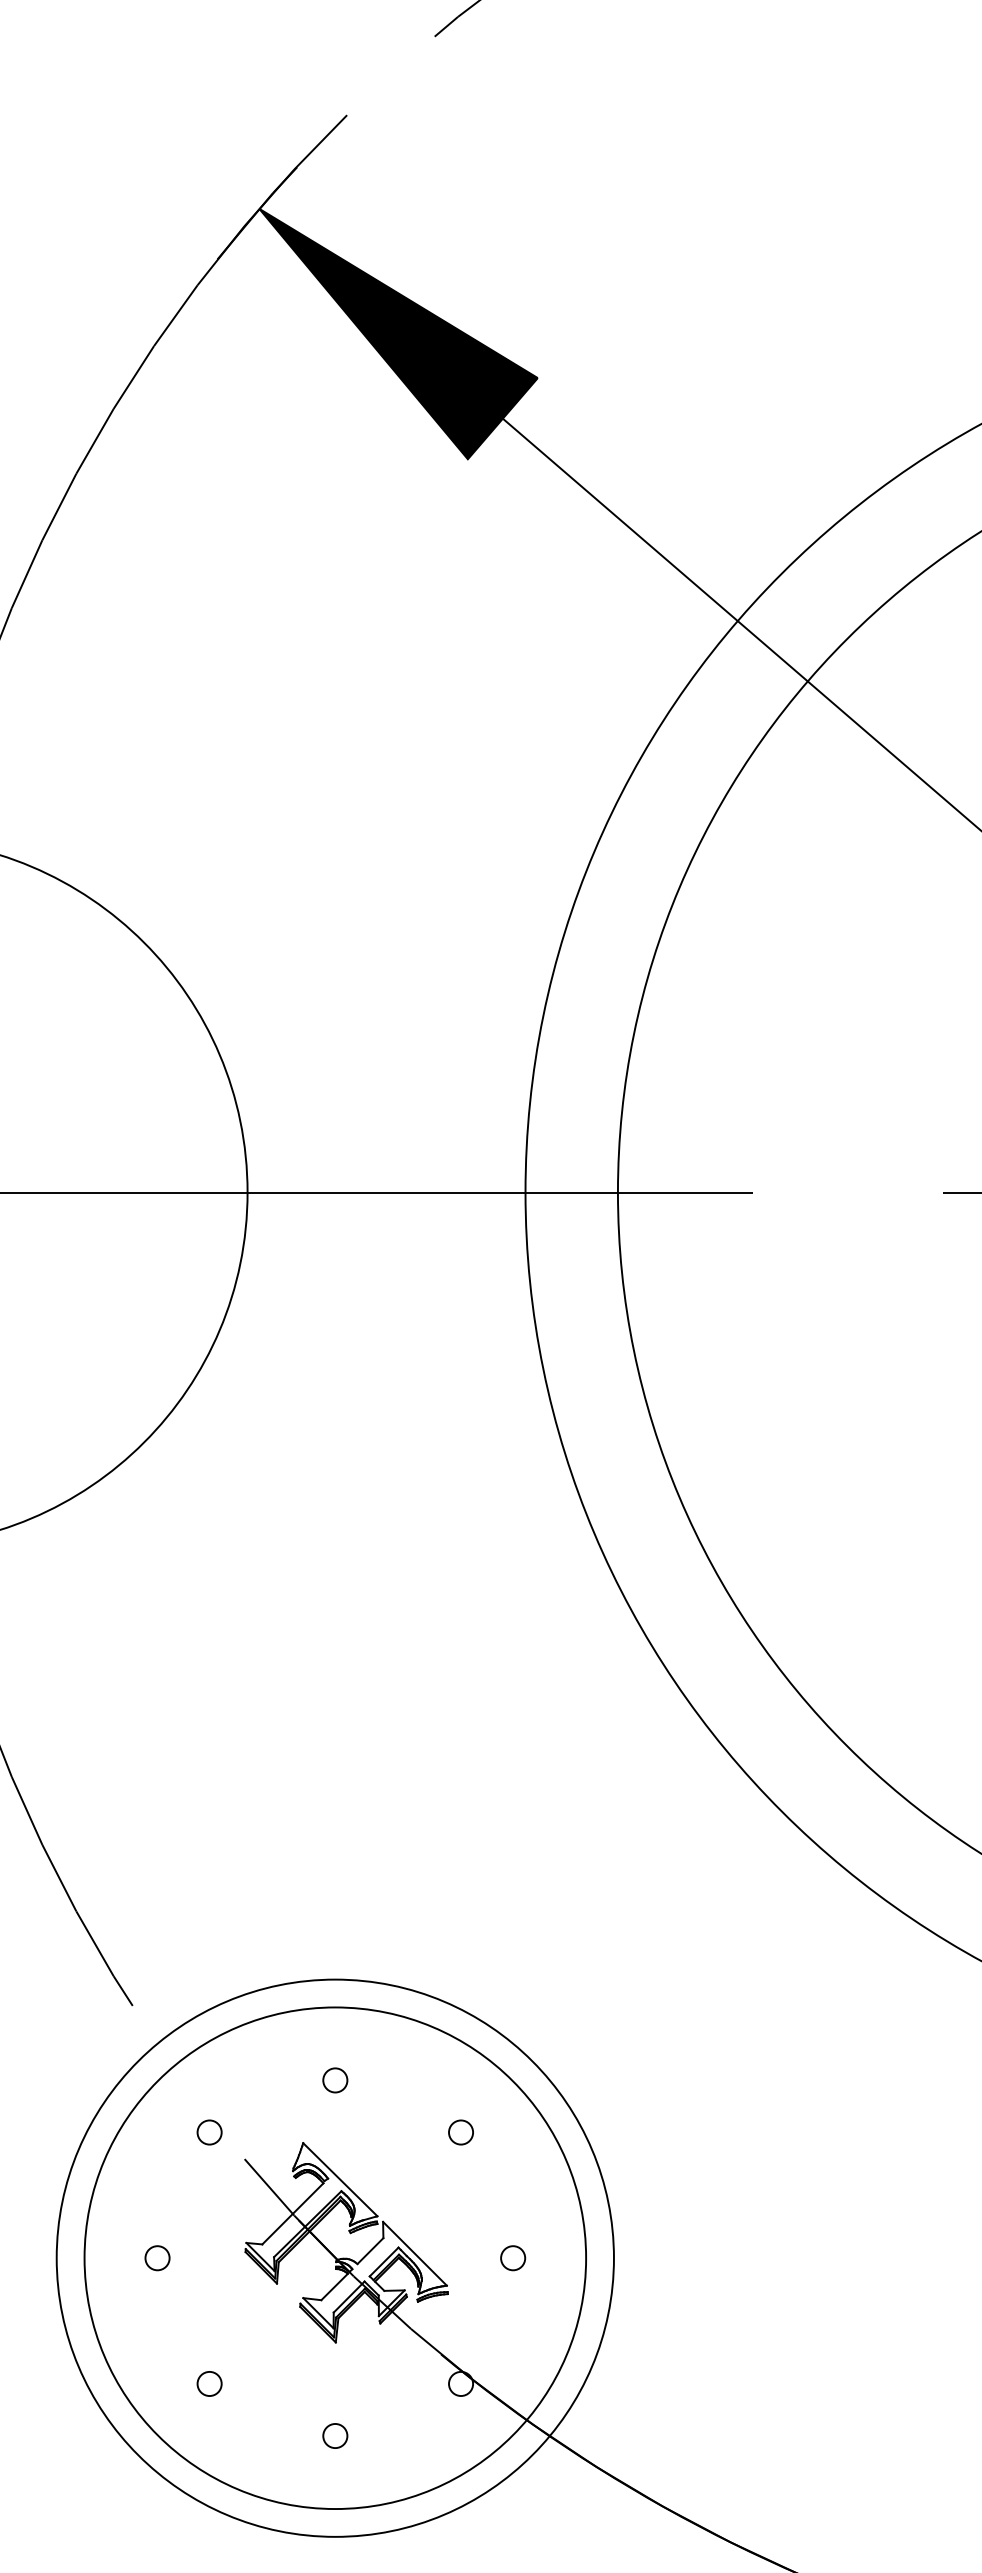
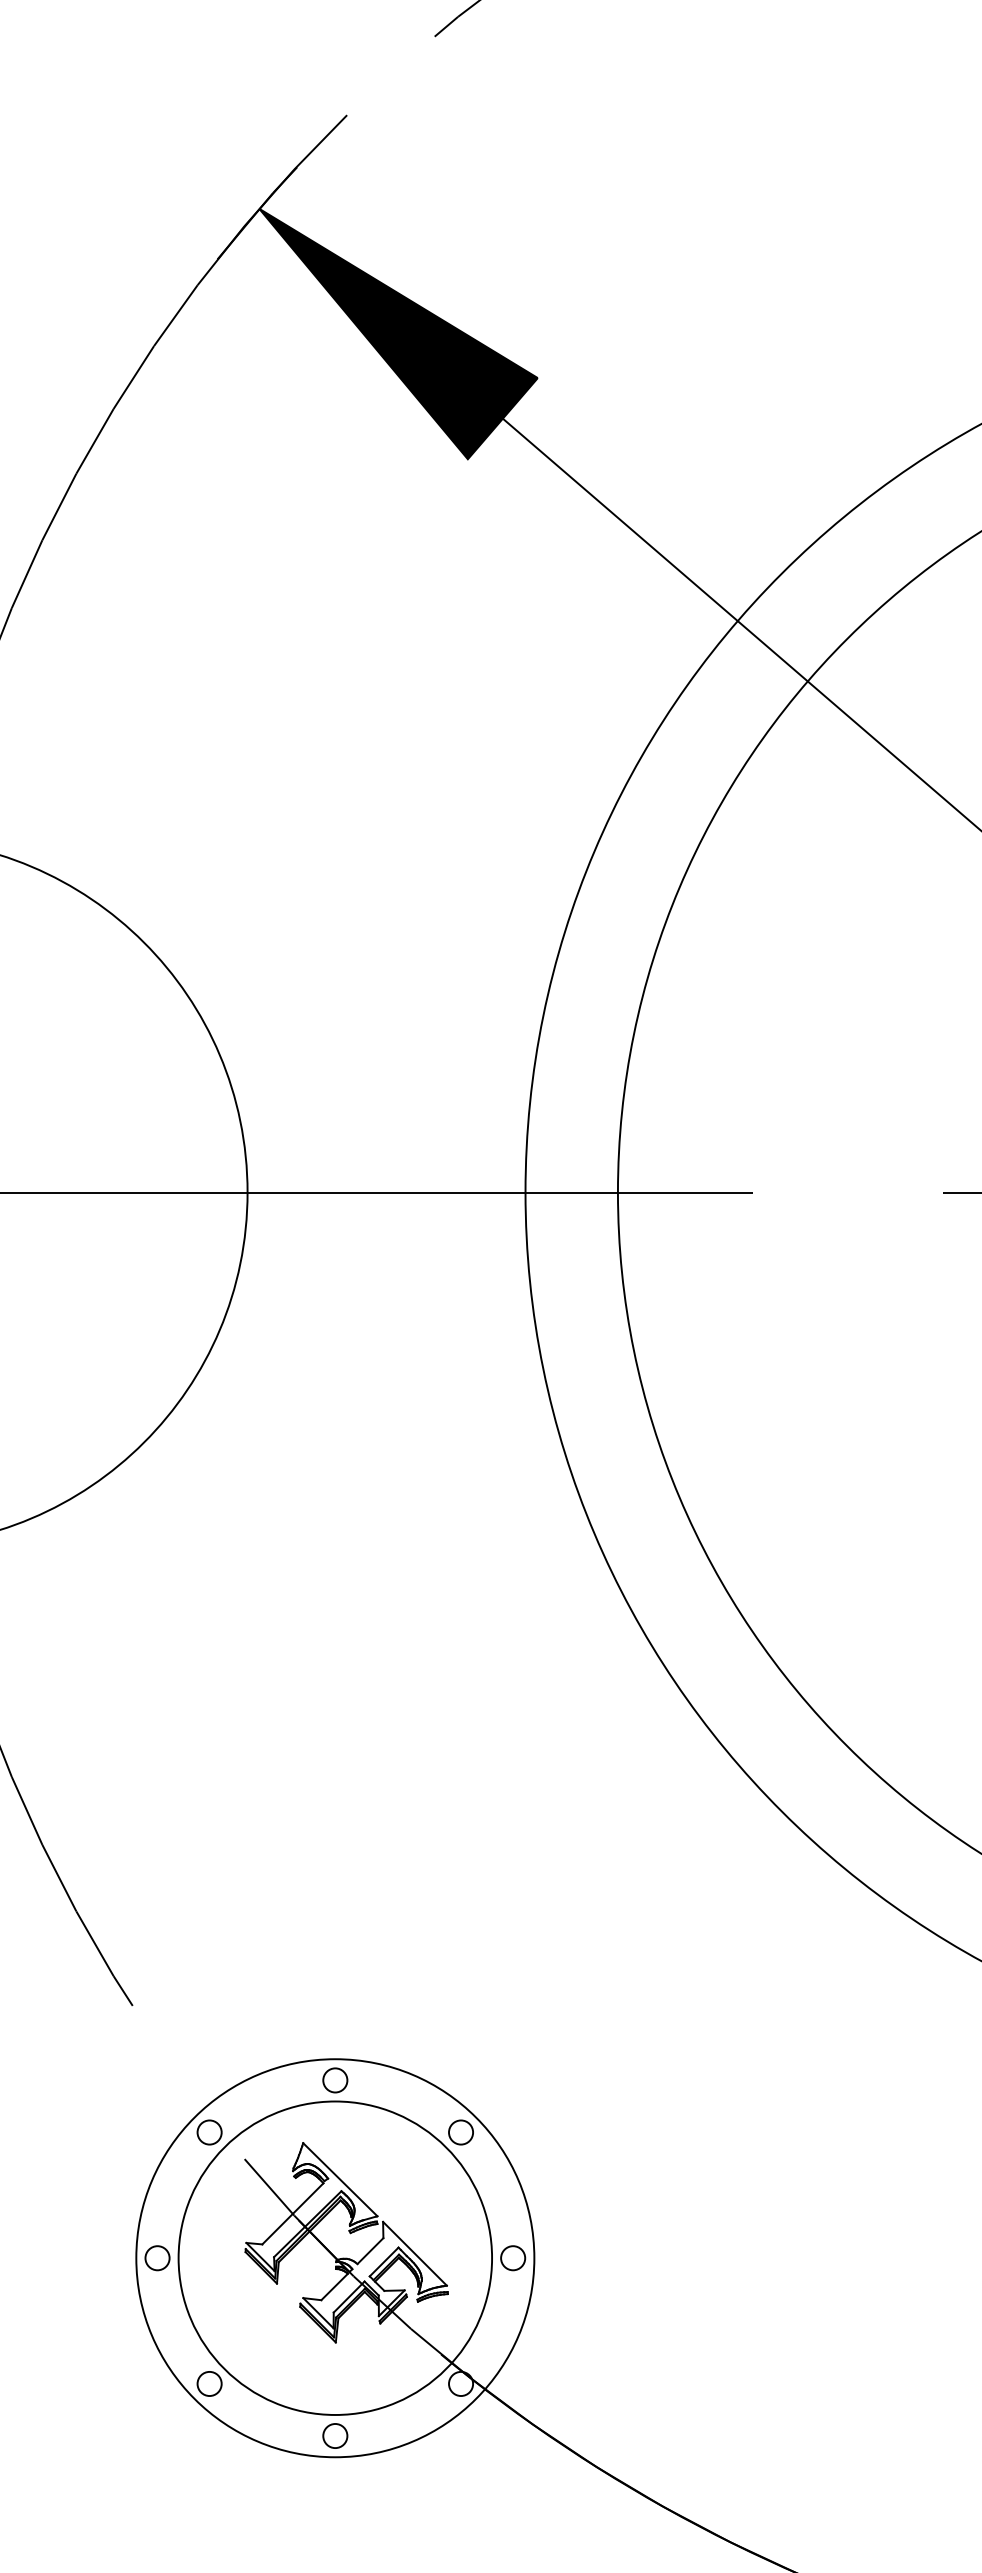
circle at (334, 2257) diameter: 557 px -> 398 px
circle at (335, 2258) diameter: 502 px -> 313 px
